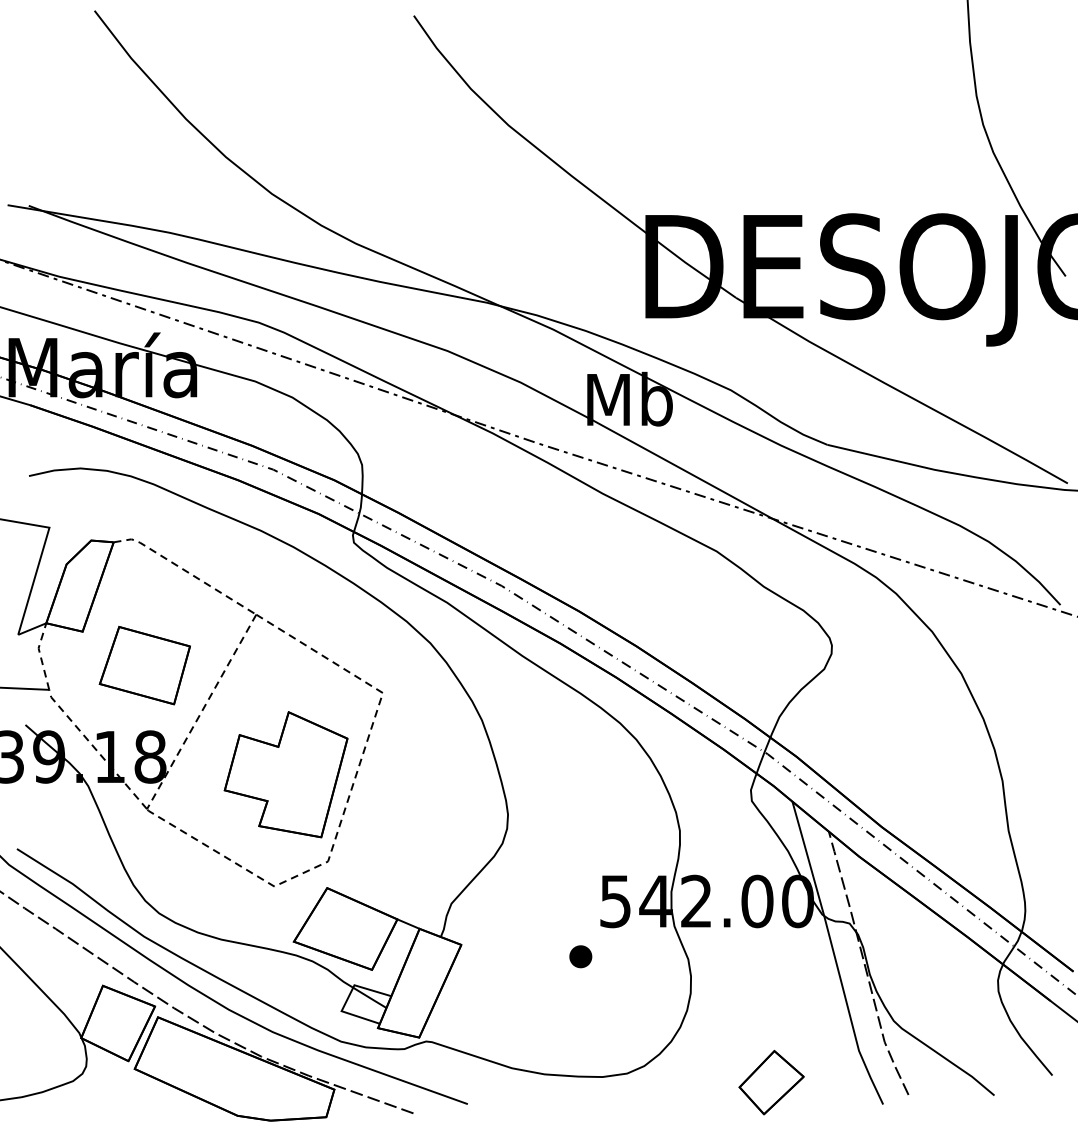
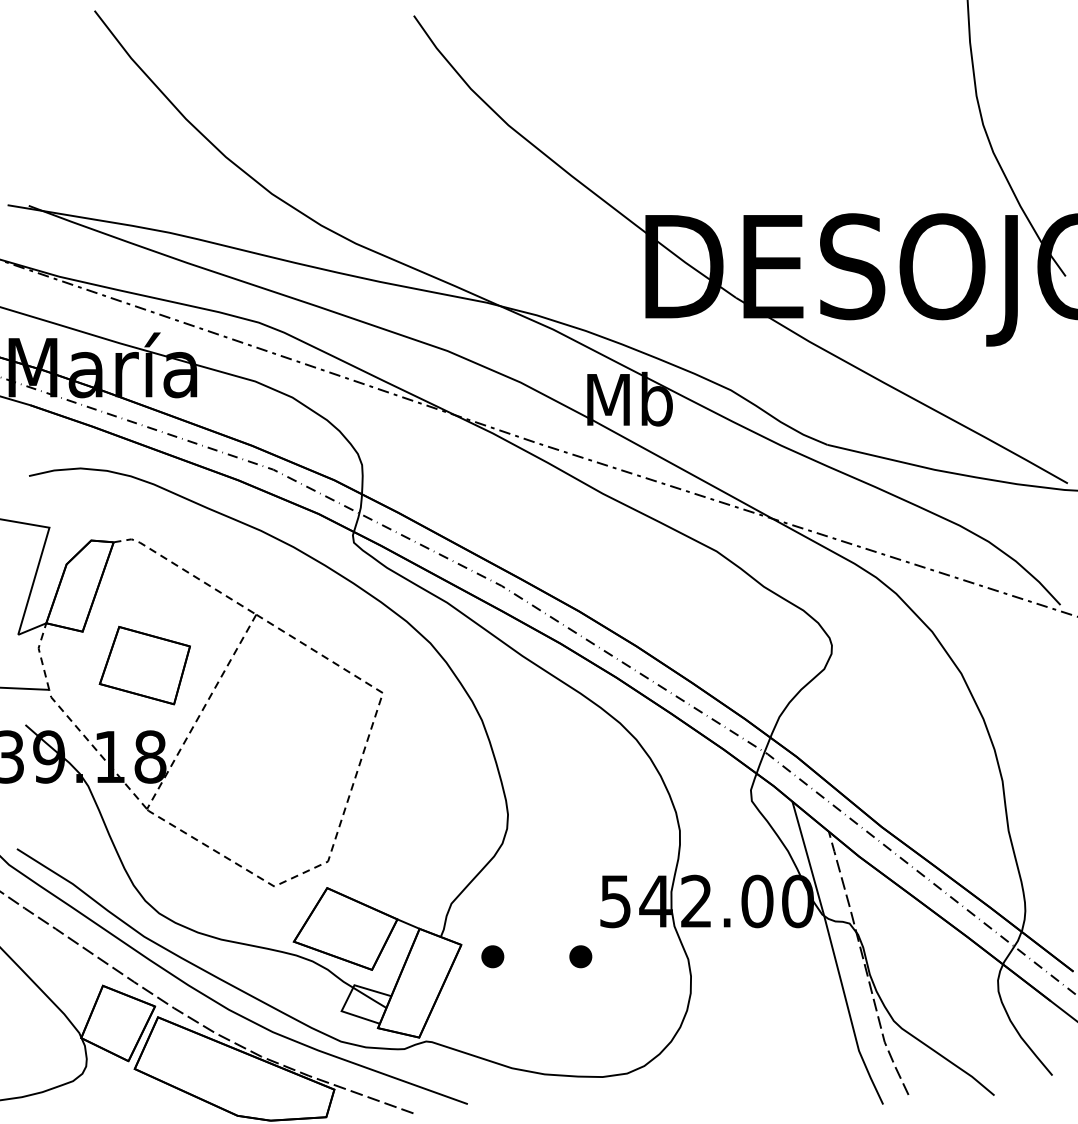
part at (285, 774): present -> none
part at (492, 956): none -> present
part at (771, 1082): present -> none
